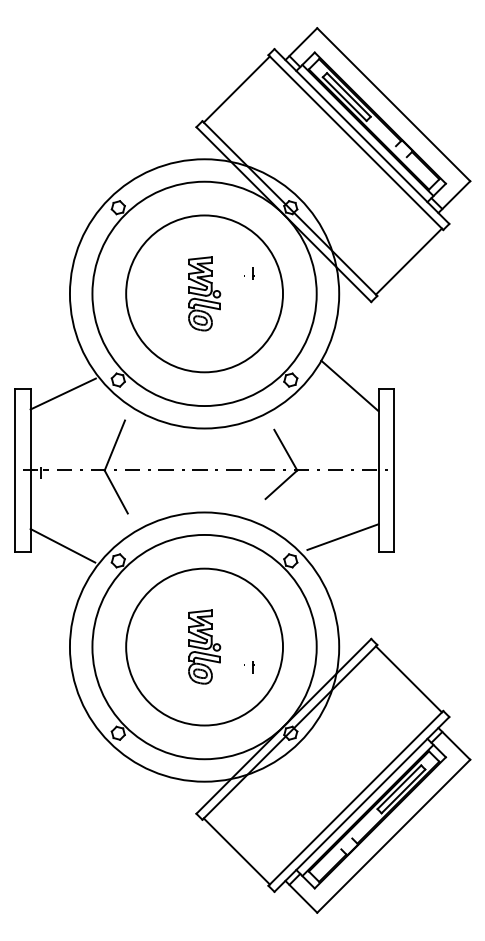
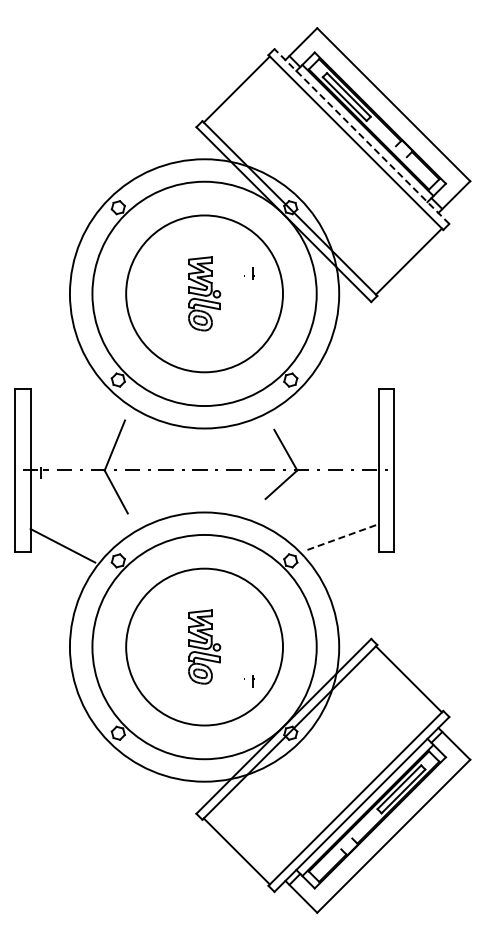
line at (361, 136): solid -> dashed
line at (349, 385): present -> none
line at (62, 393): present -> none
line at (342, 537): solid -> dashed
part at (249, 667) position: (249, 667) -> (249, 681)
